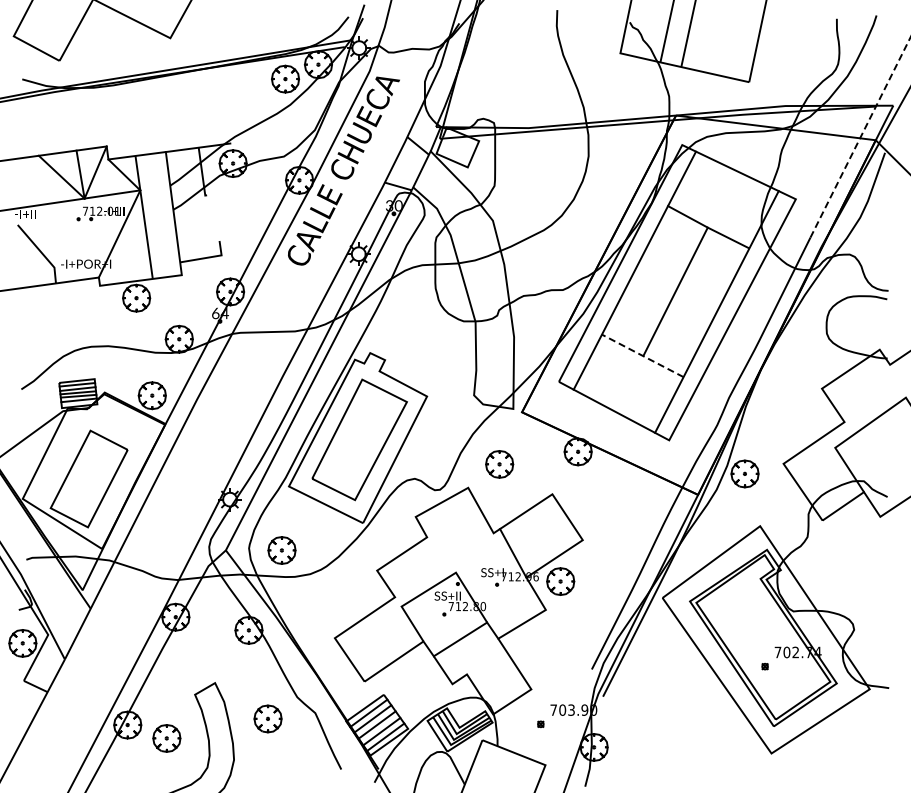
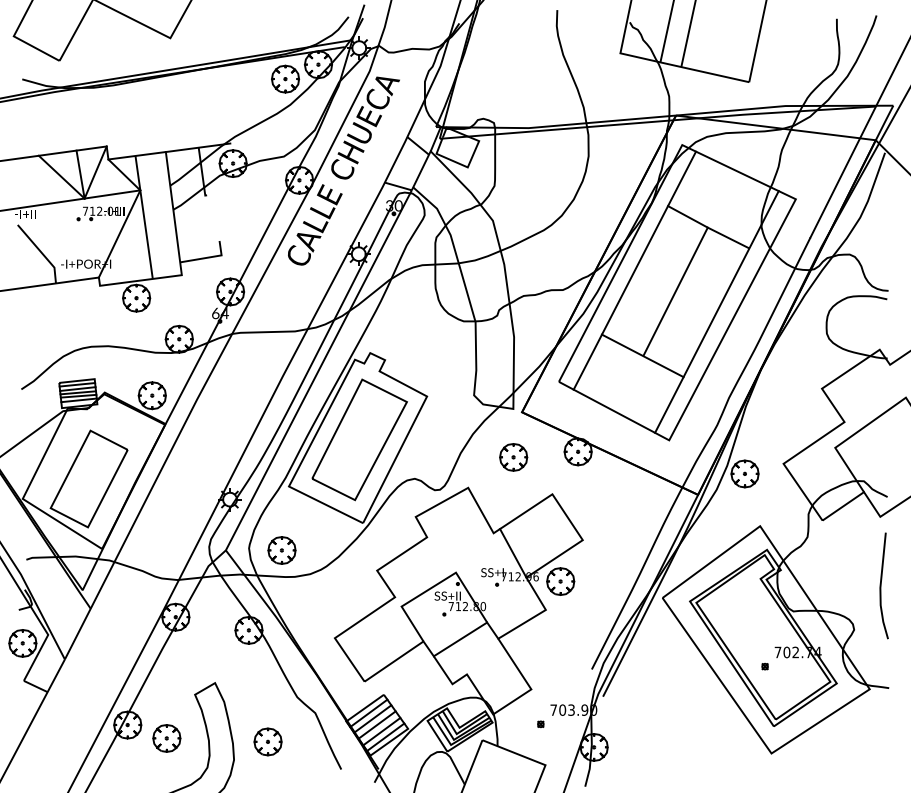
line at (860, 136): dashed -> solid
line at (642, 355): dashed -> solid
part at (499, 464) position: (499, 464) -> (513, 457)
line at (881, 585): none -> present
part at (267, 718) position: (267, 718) -> (267, 741)
